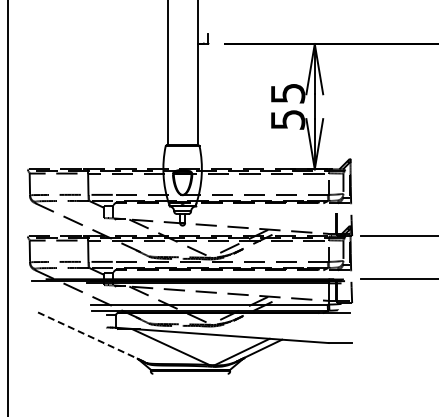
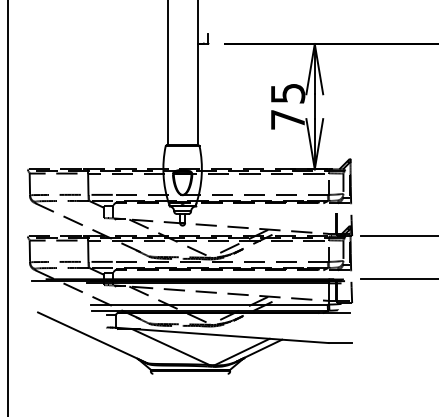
text at (288, 119): 55 -> 75
line at (92, 337): dashed -> solid
